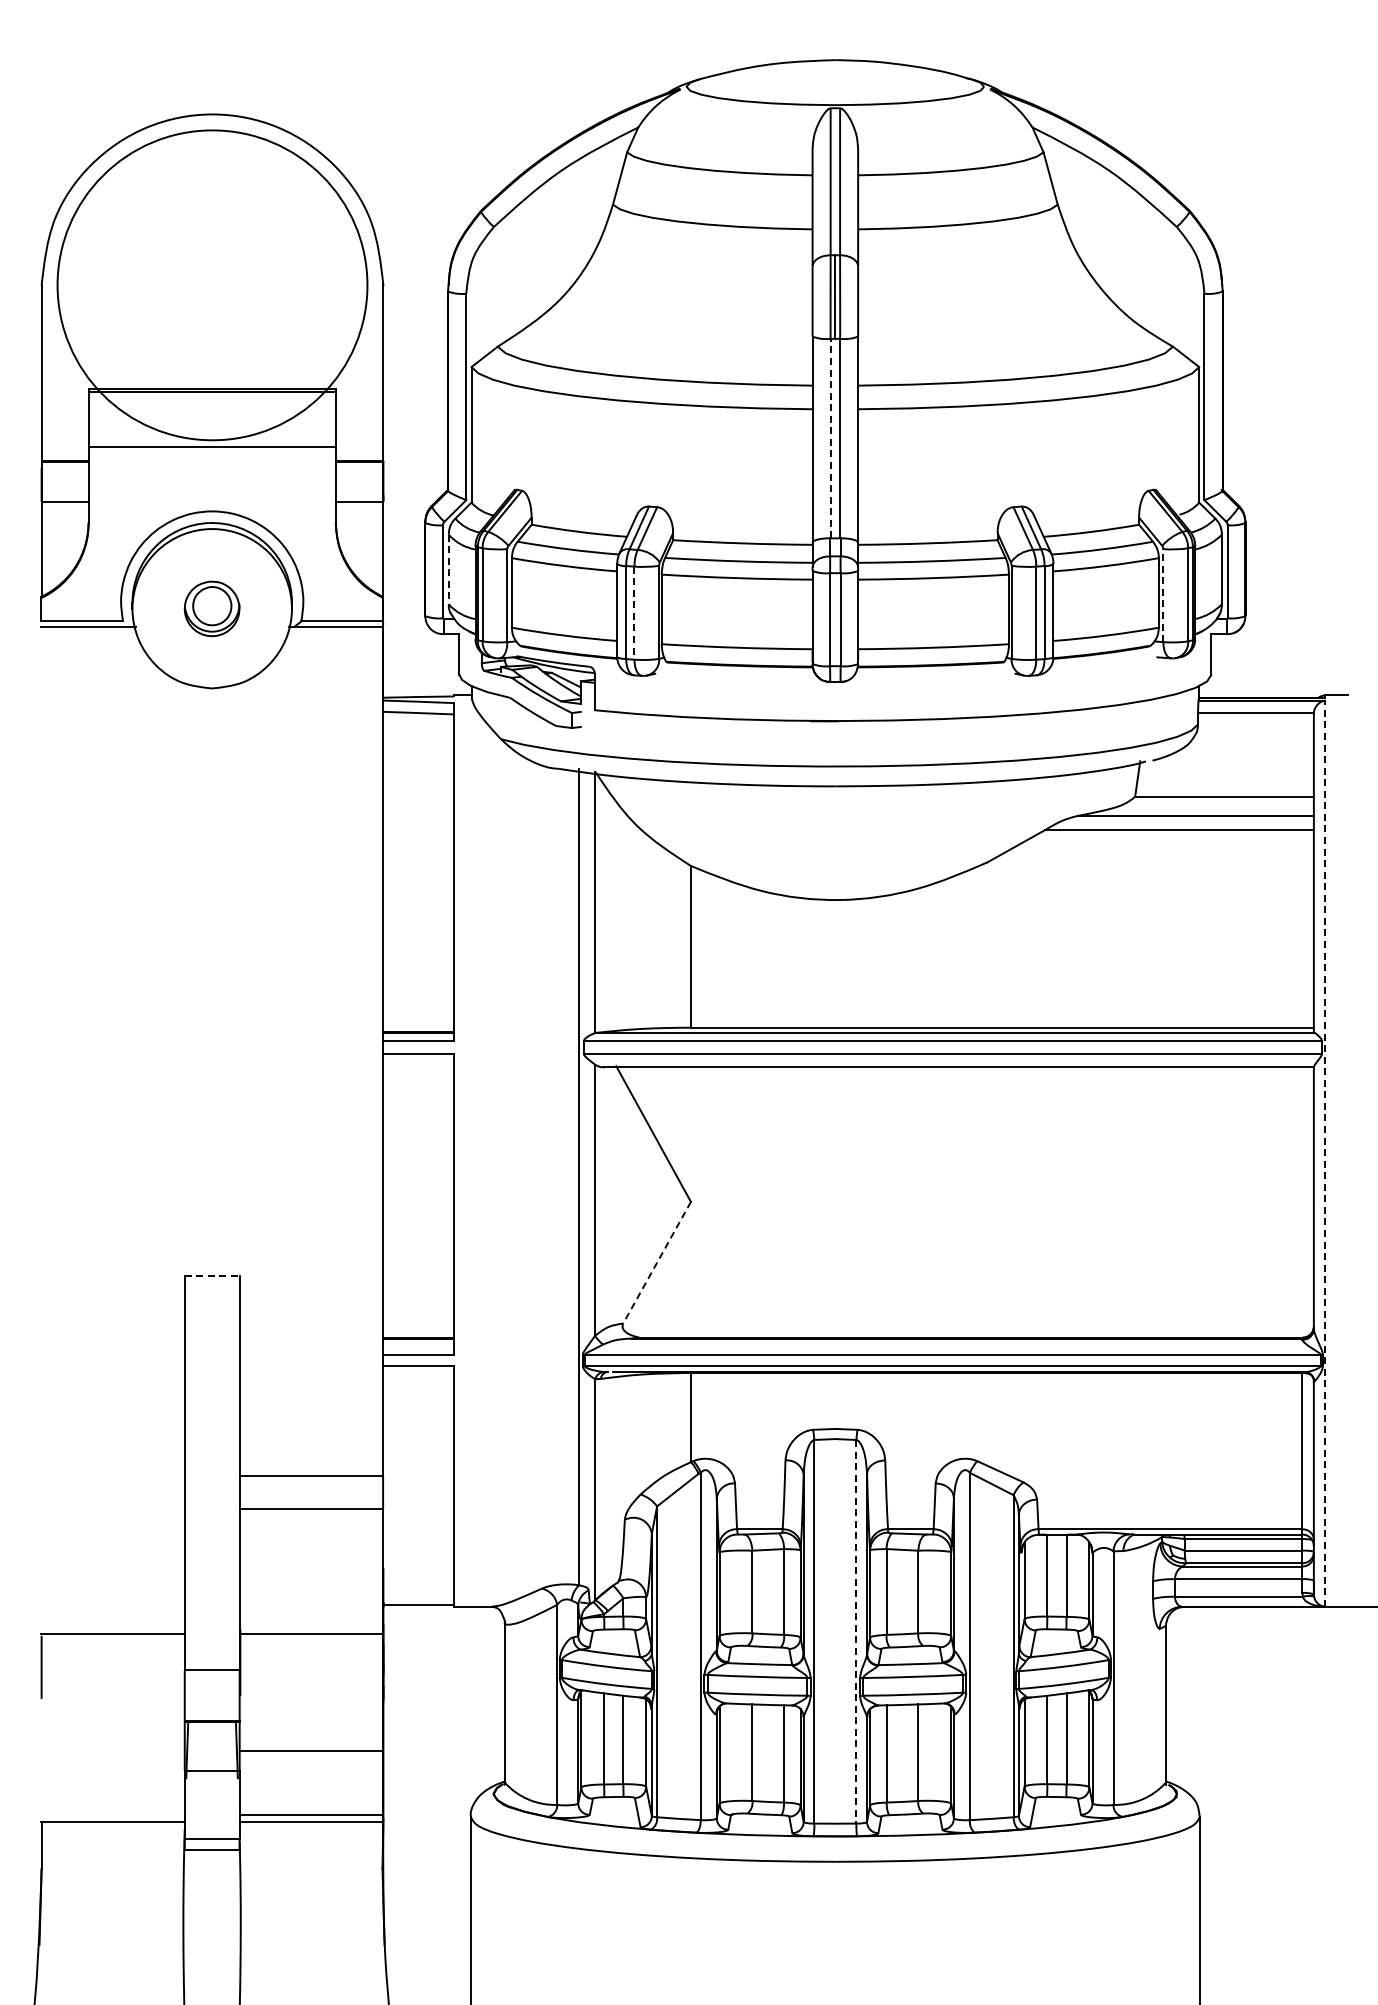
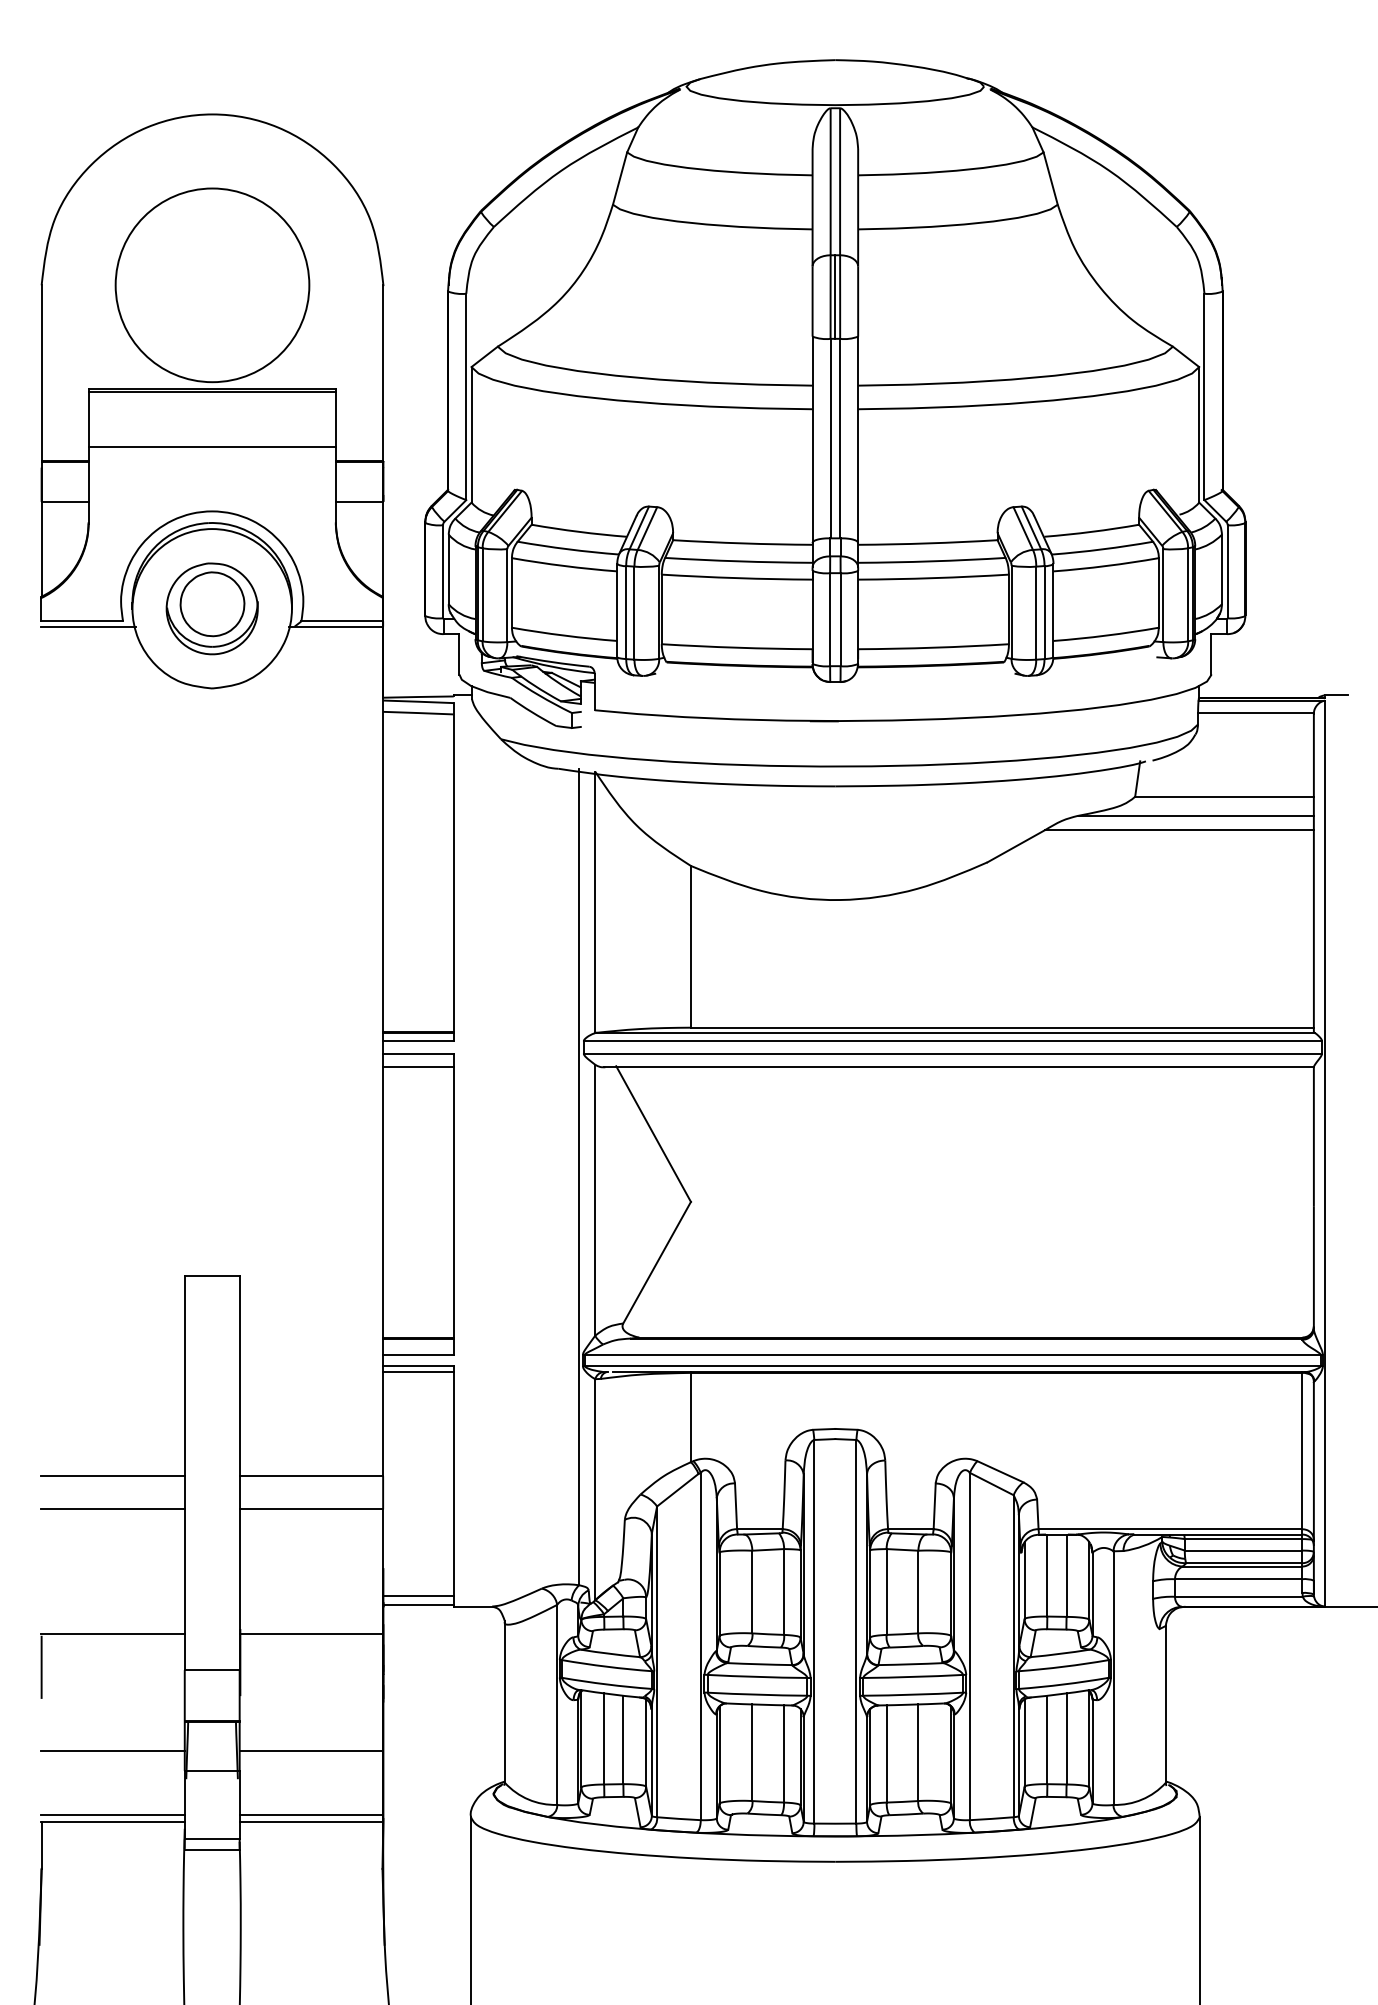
circle at (212, 285) diameter: 310 px -> 194 px
line at (830, 438): dashed -> solid
line at (448, 569): dashed -> solid
line at (1163, 595): dashed -> solid
part at (211, 608) size: 58x58 px -> 94x94 px
line at (634, 613): dashed -> solid
line at (418, 1067): none -> present
line at (1325, 1153): dashed -> solid
line at (657, 1262): dashed -> solid
line at (212, 1275): dashed -> solid
line at (418, 1372): none -> present
line at (112, 1476): none -> present
line at (112, 1509): none -> present
line at (418, 1595): none -> present
line at (856, 1631): dashed -> solid
line at (112, 1750): none -> present
line at (112, 1815): none -> present
